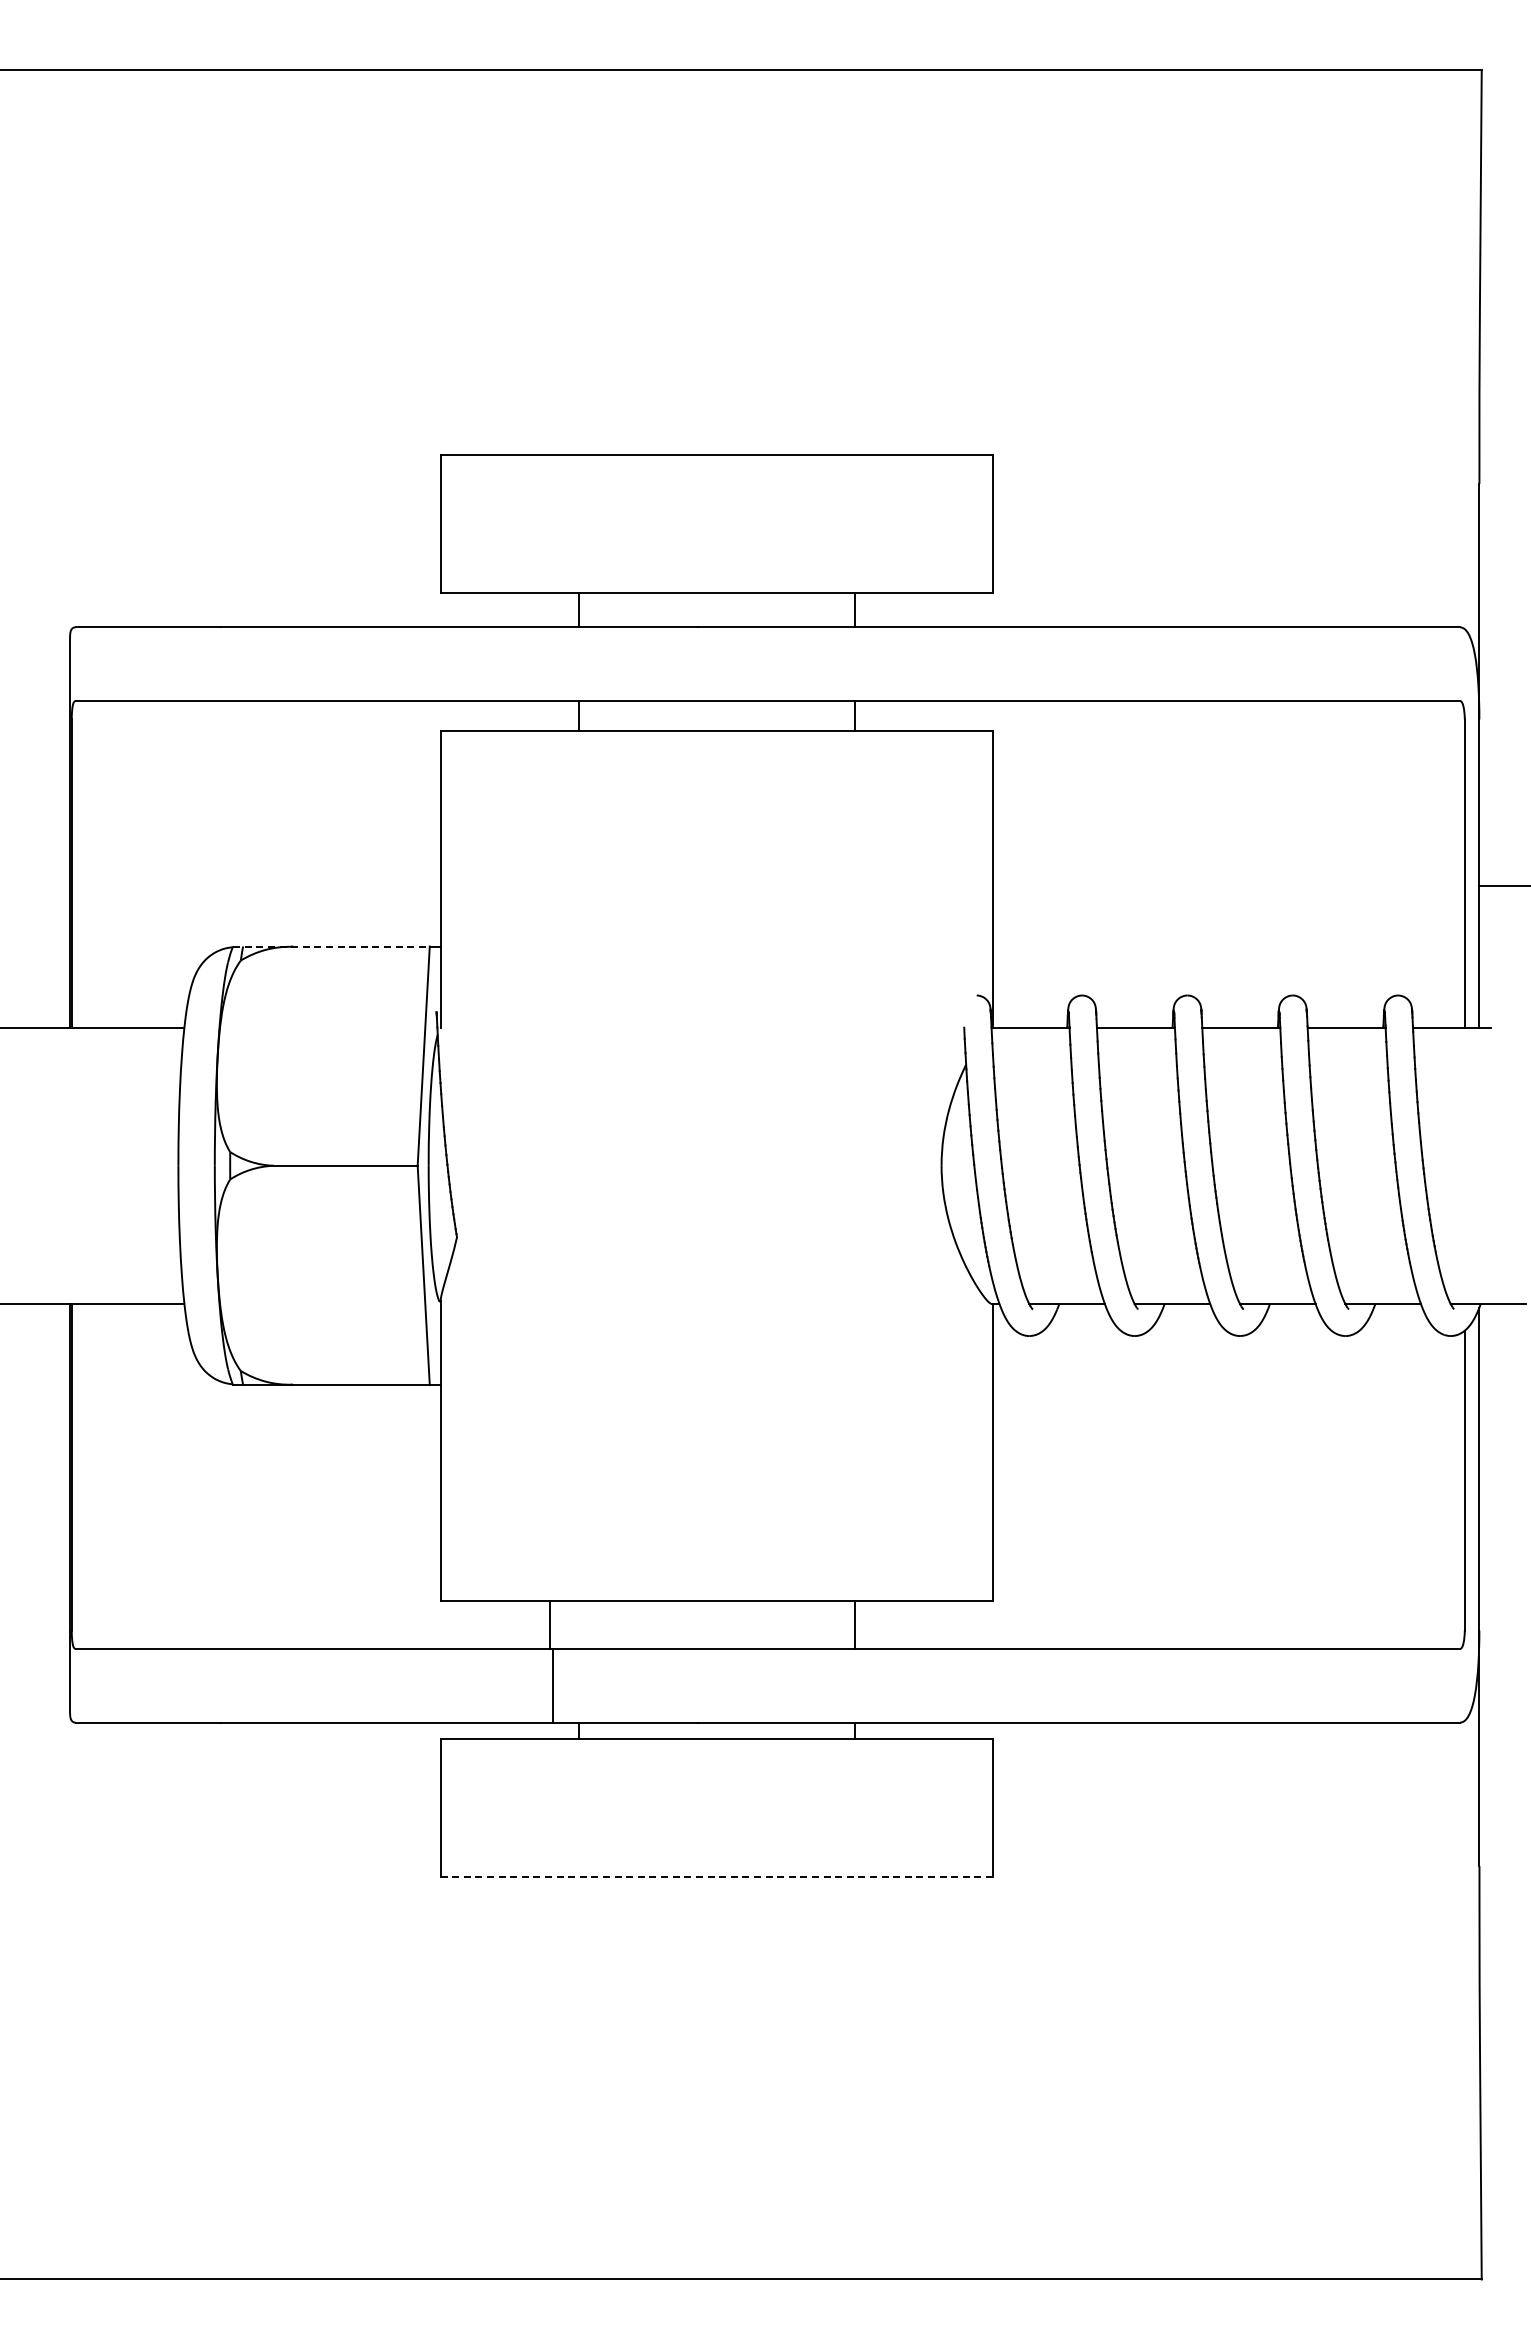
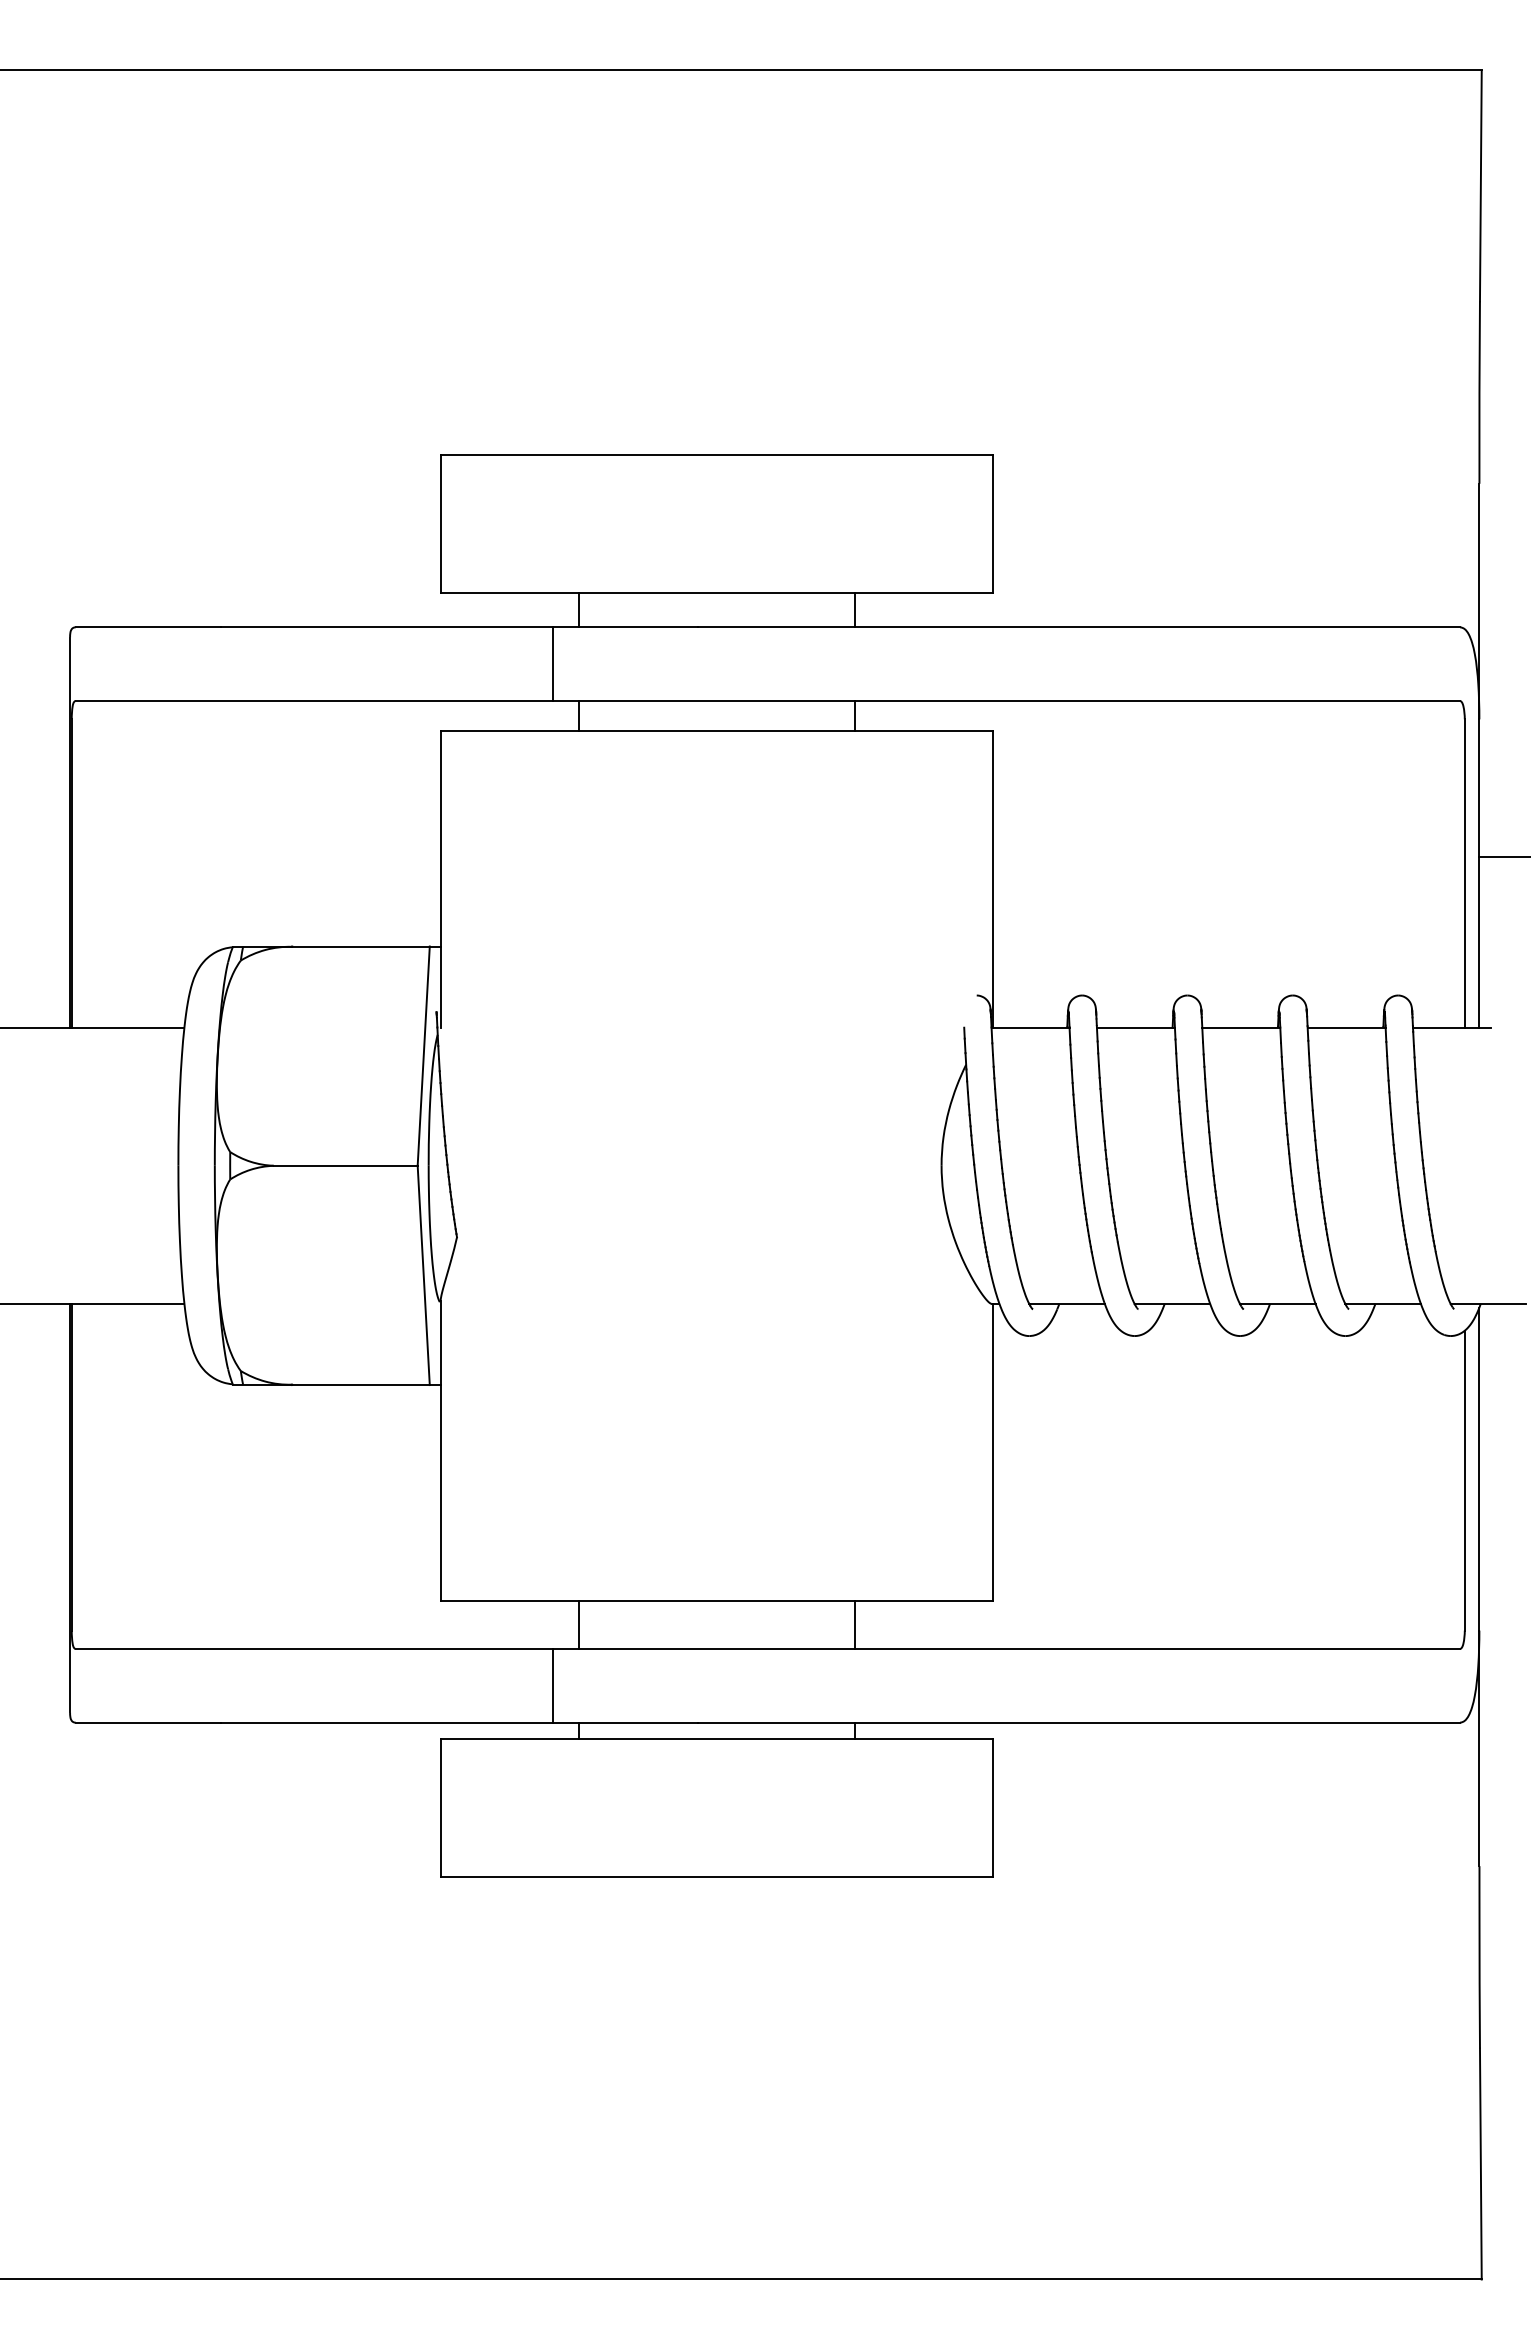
line at (553, 663): none -> present
line at (1503, 886) position: (1503, 886) -> (1503, 857)
line at (331, 946): dashed -> solid
line at (549, 1624) position: (549, 1624) -> (578, 1624)
line at (717, 1876): dashed -> solid
